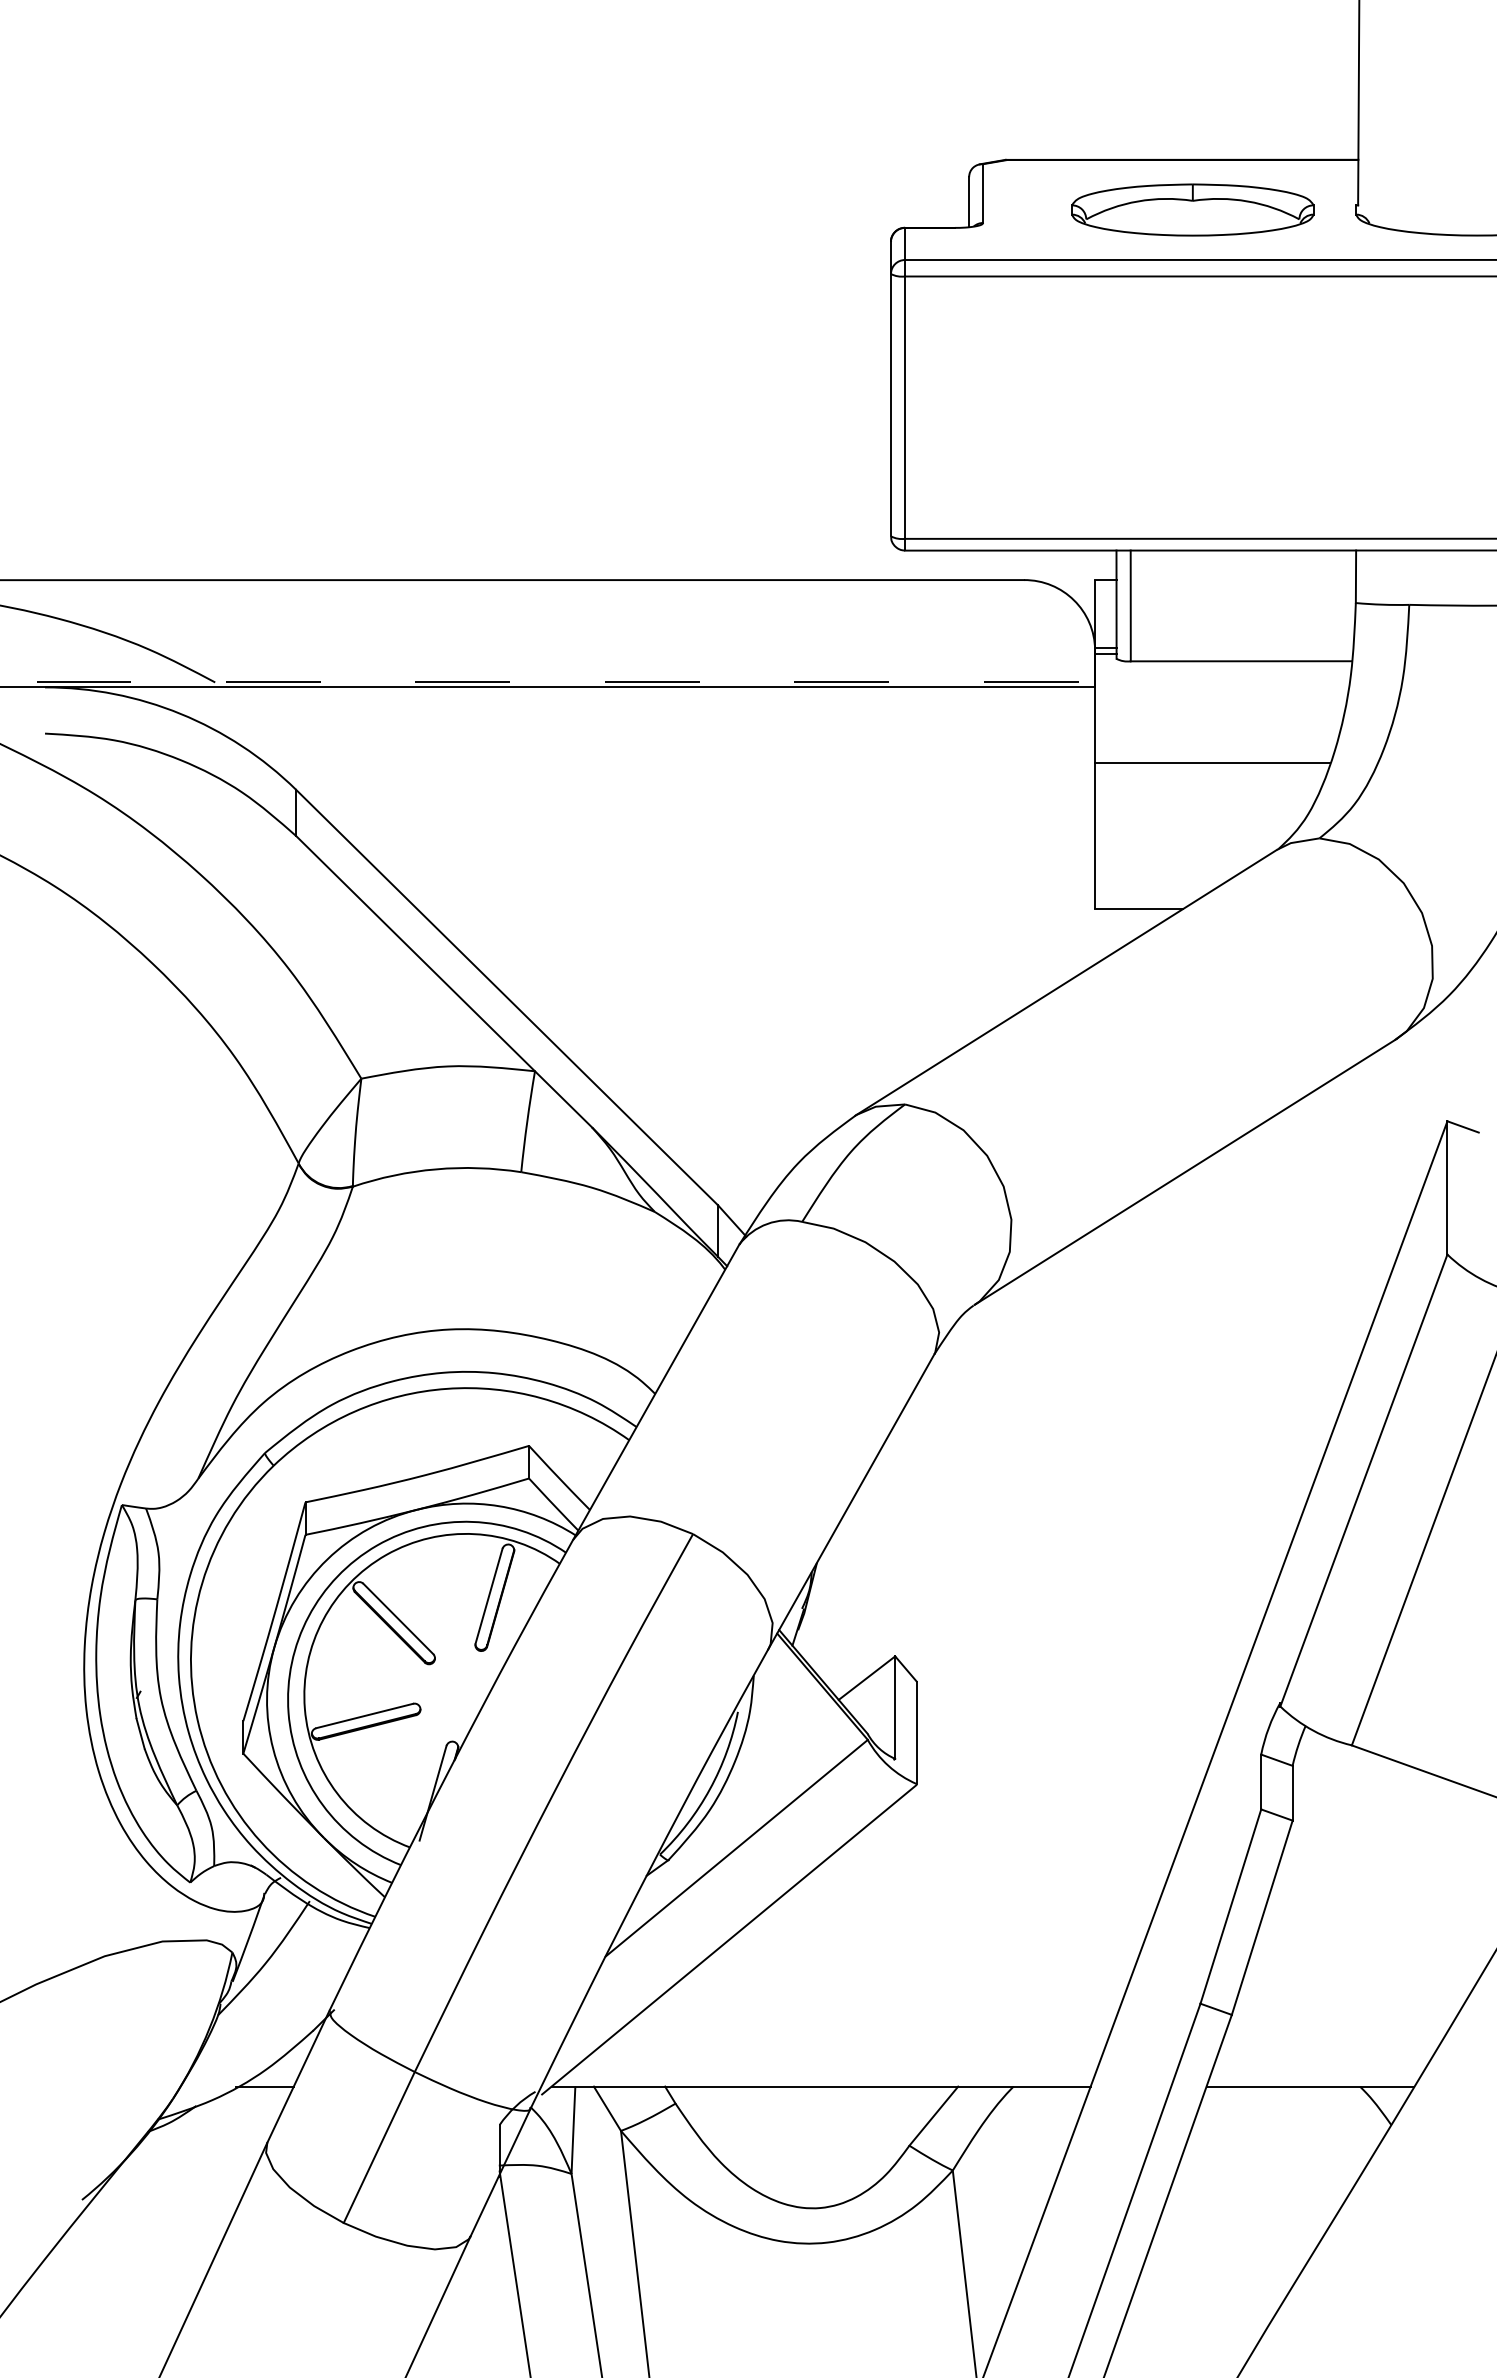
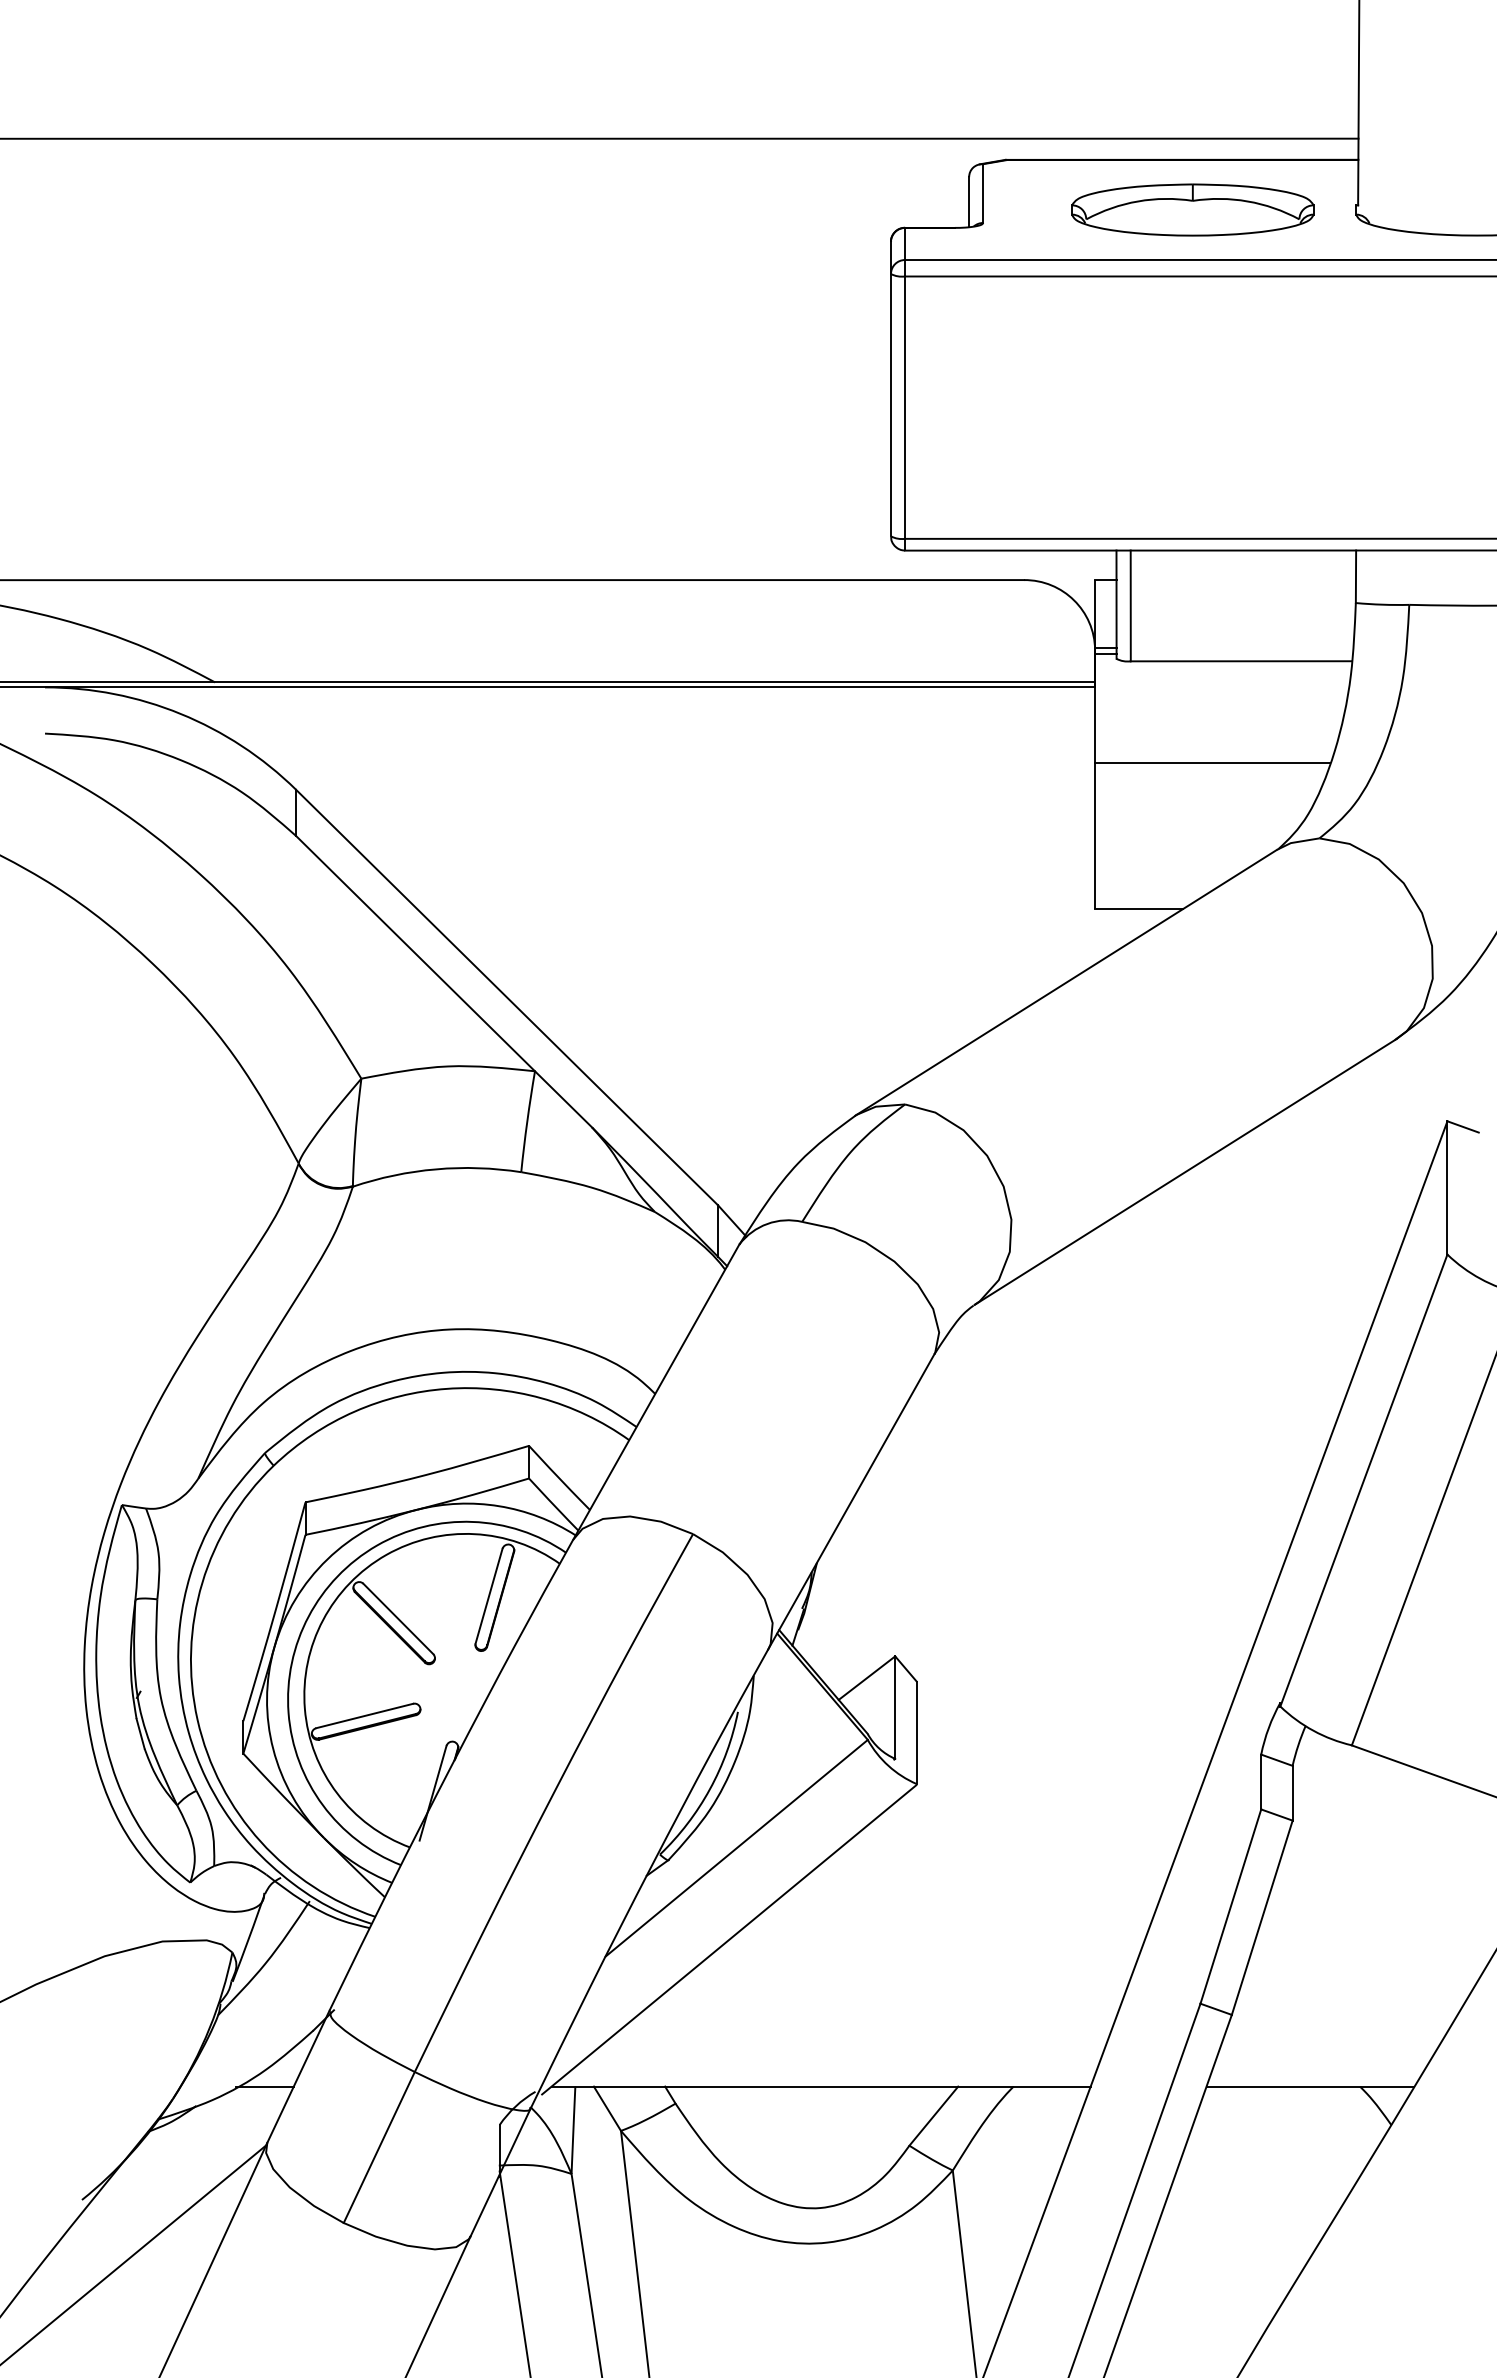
line at (680, 138): none -> present
line at (548, 682): dashed -> solid
line at (134, 2254): none -> present
